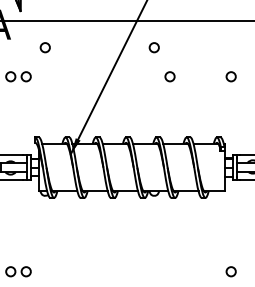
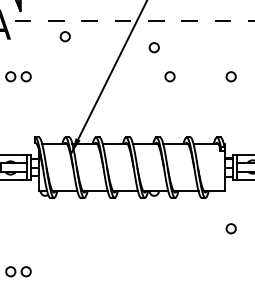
line at (127, 21): solid -> dashed
circle at (44, 47) position: (44, 47) -> (64, 36)
circle at (230, 271) position: (230, 271) -> (230, 228)
